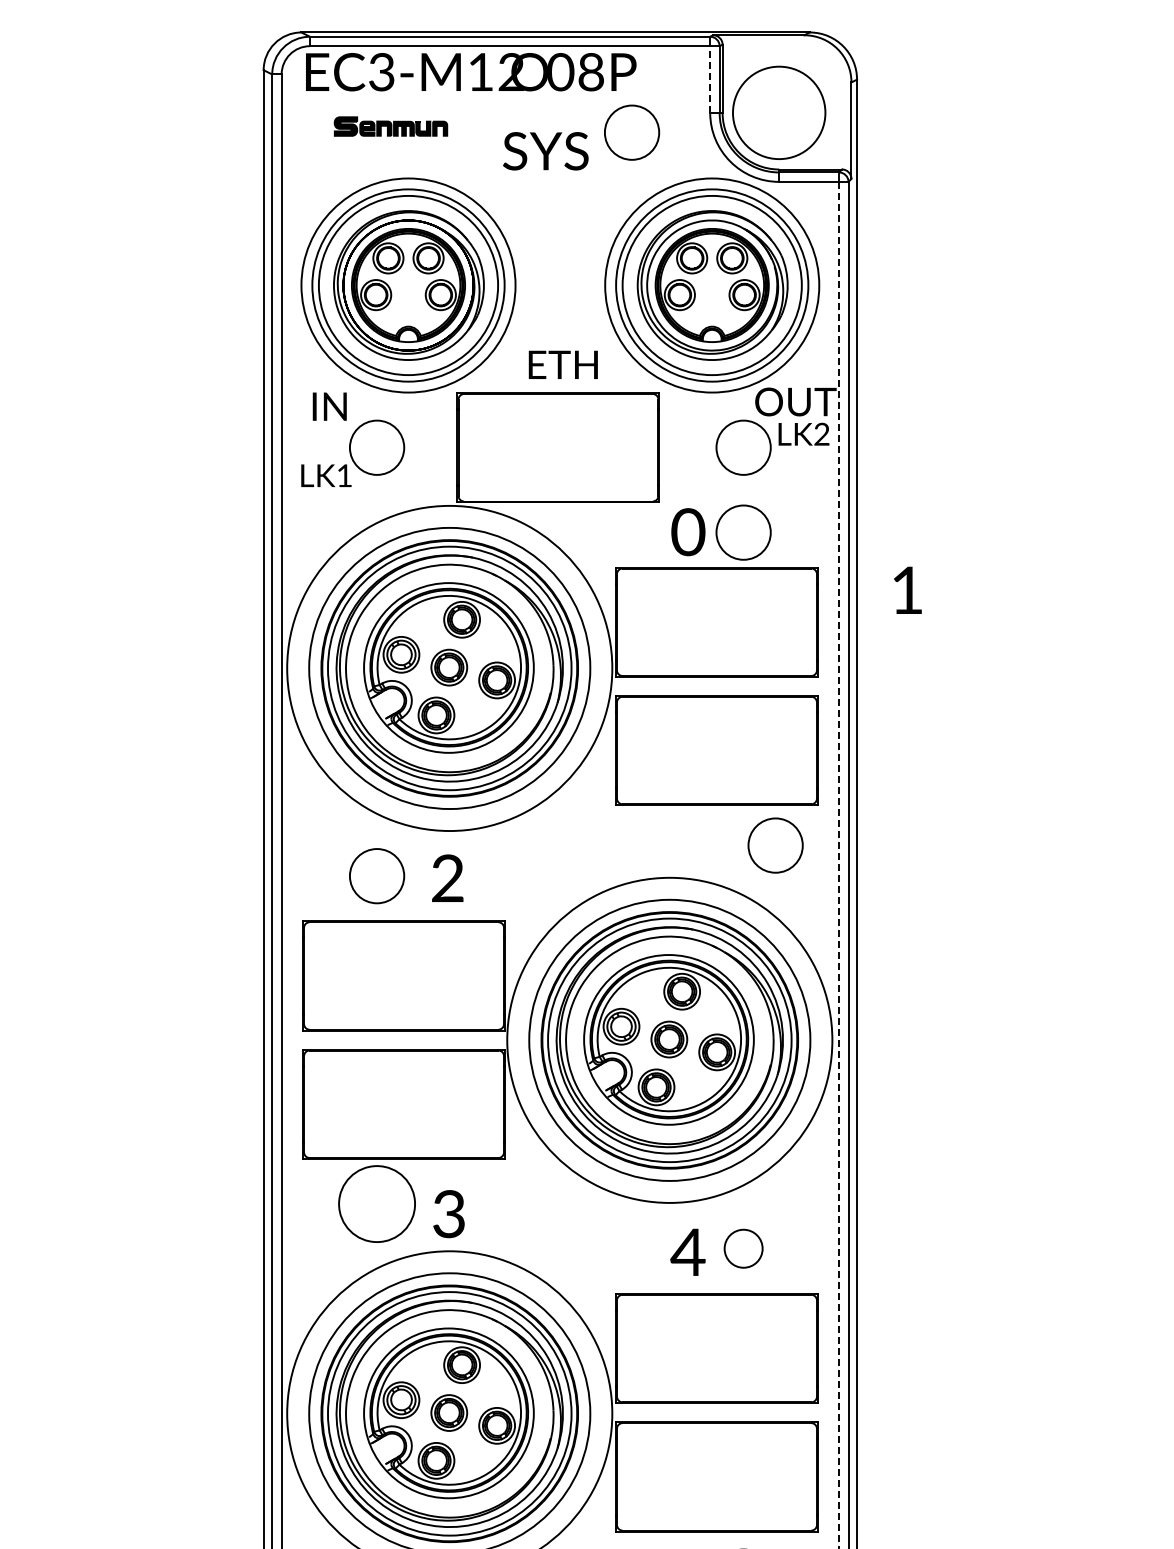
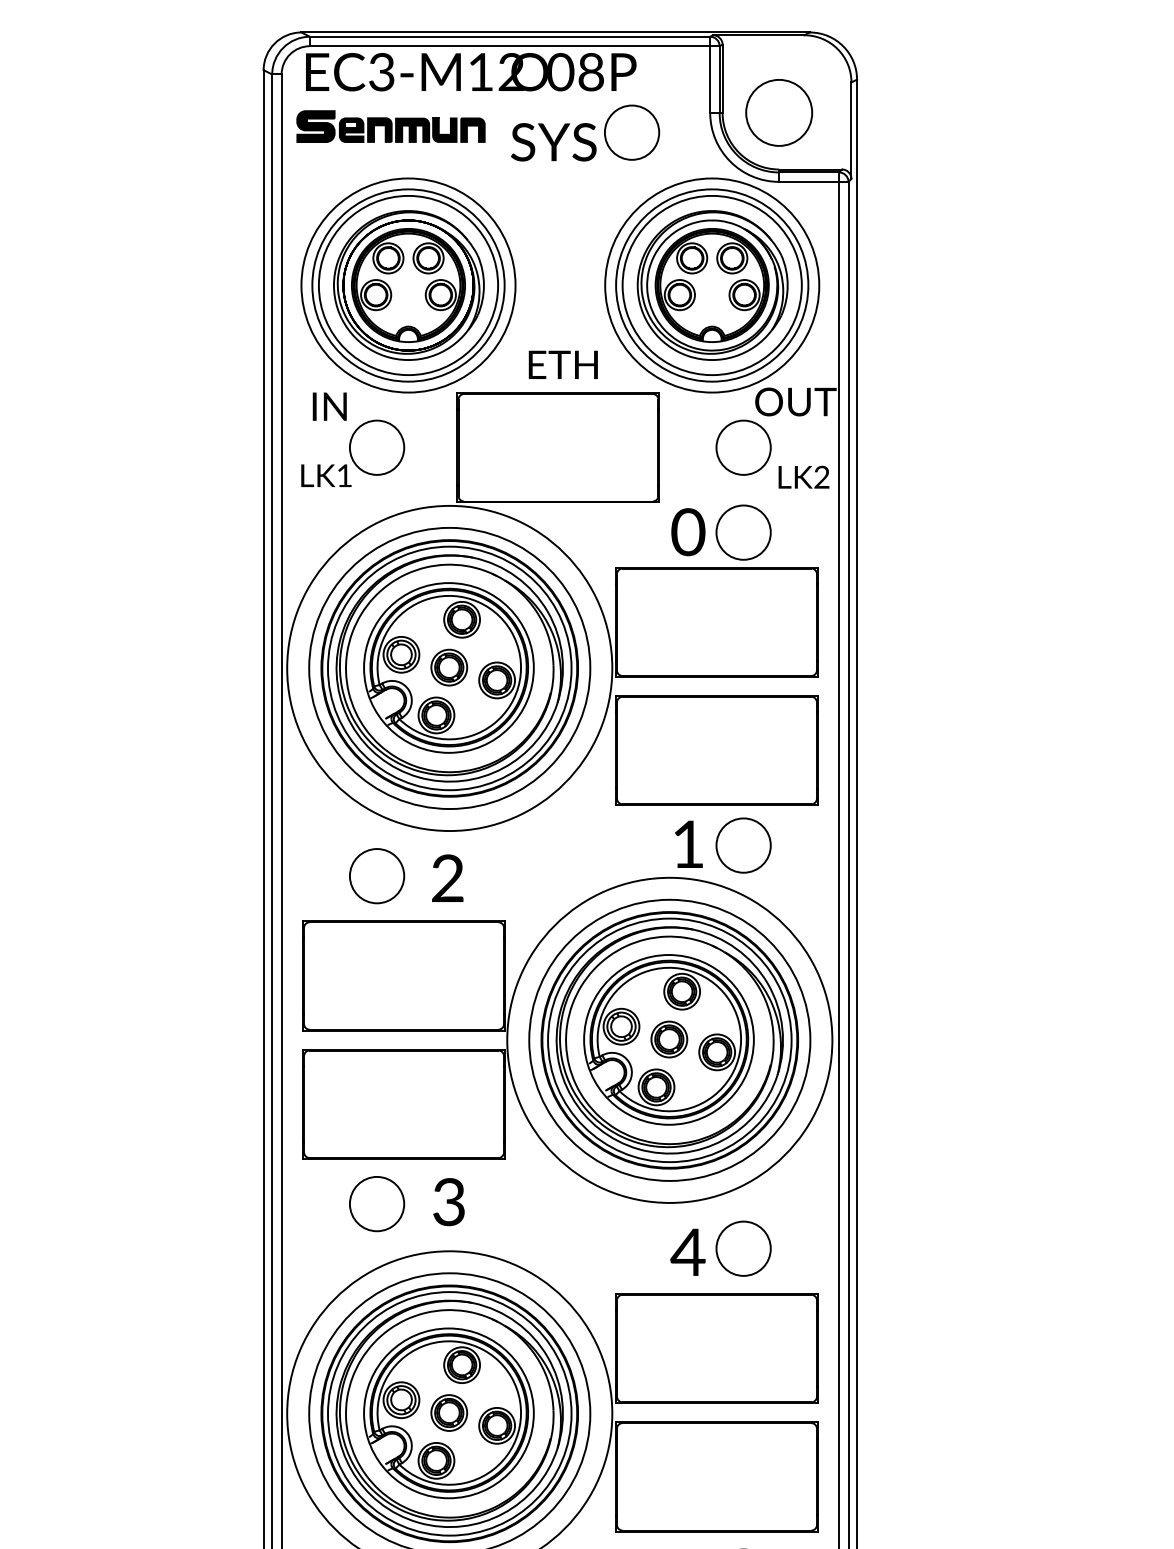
line at (710, 79): dashed -> solid
circle at (778, 112) diameter: 92 px -> 66 px
part at (390, 126) size: 116x21 px -> 190x33 px
text at (545, 151) position: (545, 151) -> (553, 142)
text at (803, 433) position: (803, 433) -> (803, 476)
text at (907, 589) position: (907, 589) -> (688, 843)
circle at (775, 845) position: (775, 845) -> (743, 845)
line at (839, 865): dashed -> solid
circle at (377, 1204) diameter: 76 px -> 54 px
text at (448, 1214) position: (448, 1214) -> (448, 1202)
circle at (743, 1248) diameter: 38 px -> 54 px
